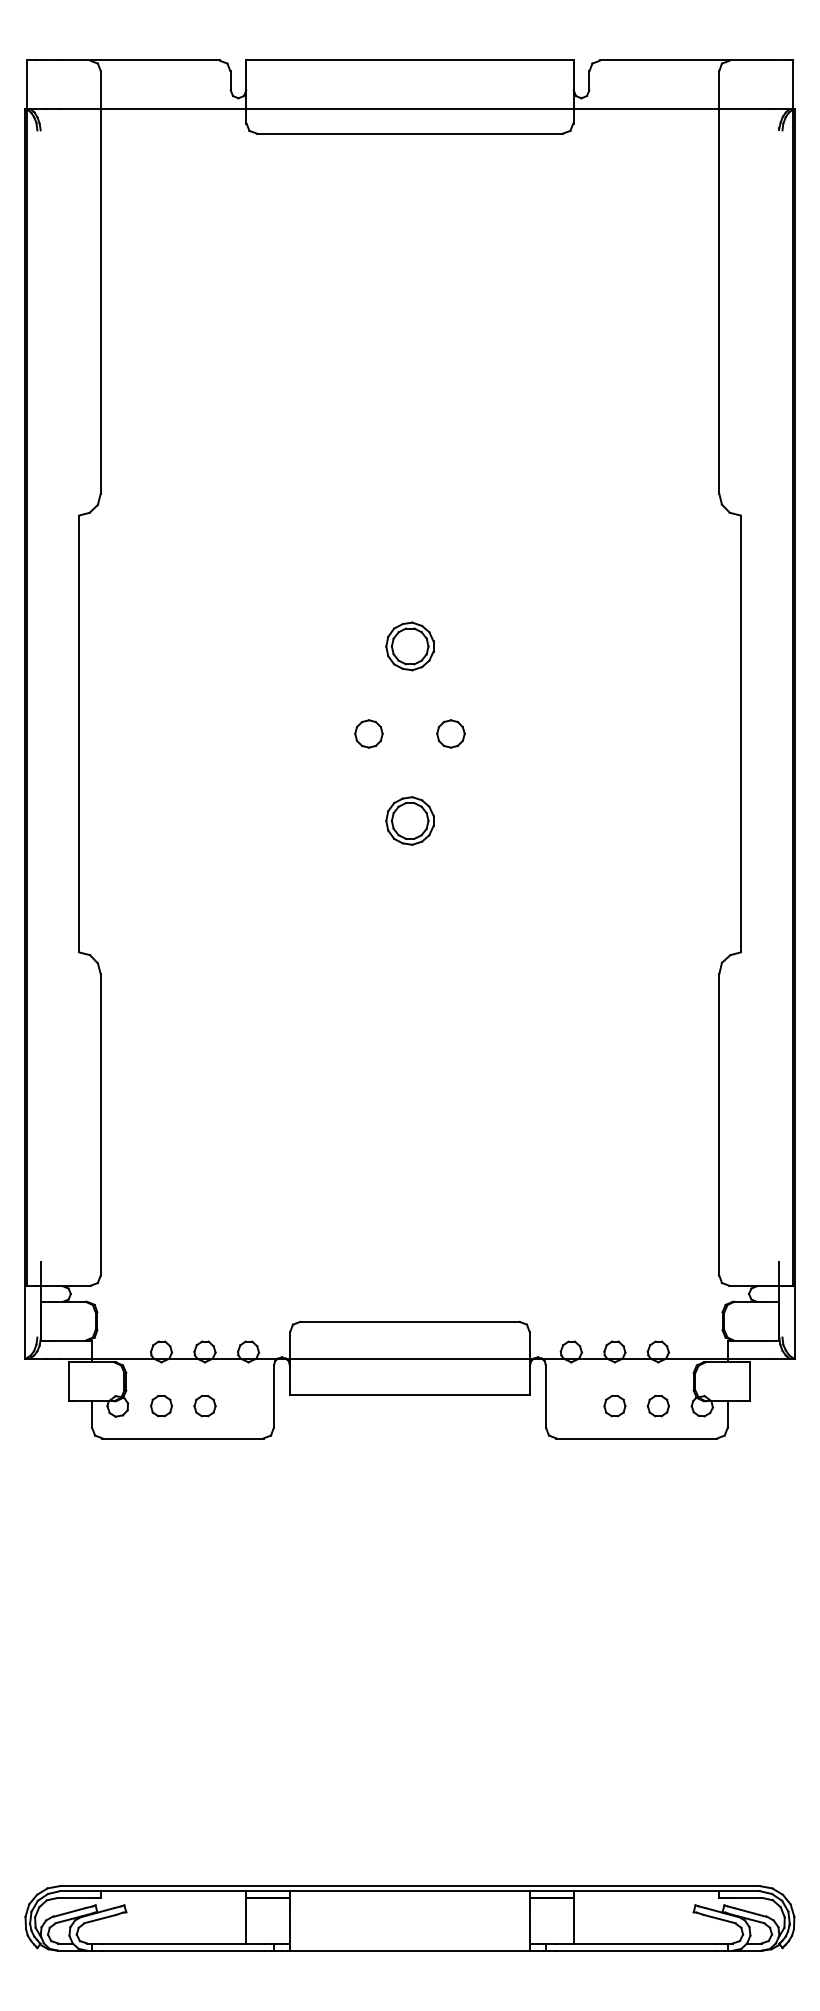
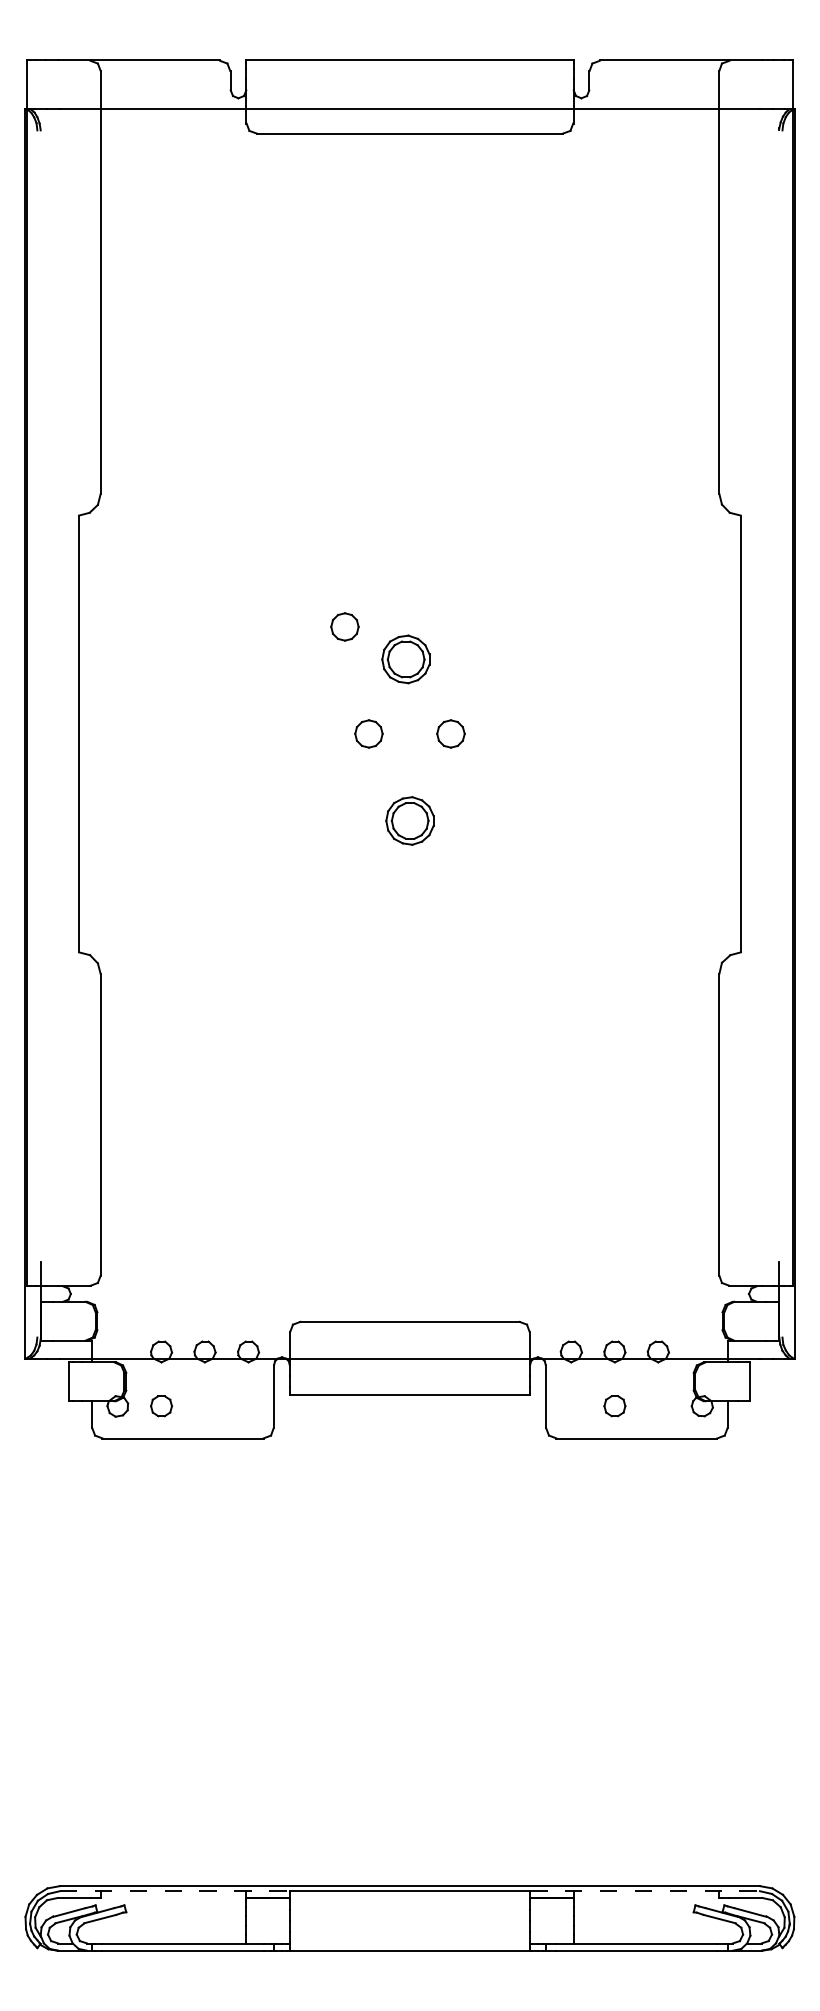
part at (344, 626): none -> present
part at (409, 646) position: (409, 646) -> (405, 659)
part at (204, 1406): present -> none
part at (657, 1406): present -> none
line at (174, 1890): solid -> dashed
line at (645, 1890): solid -> dashed
